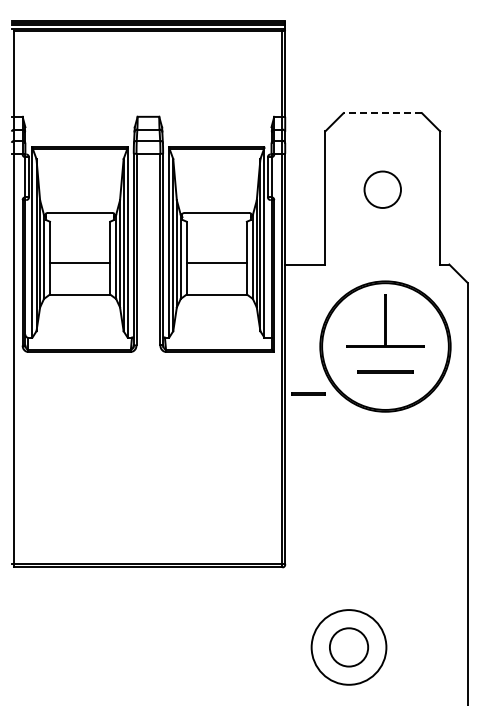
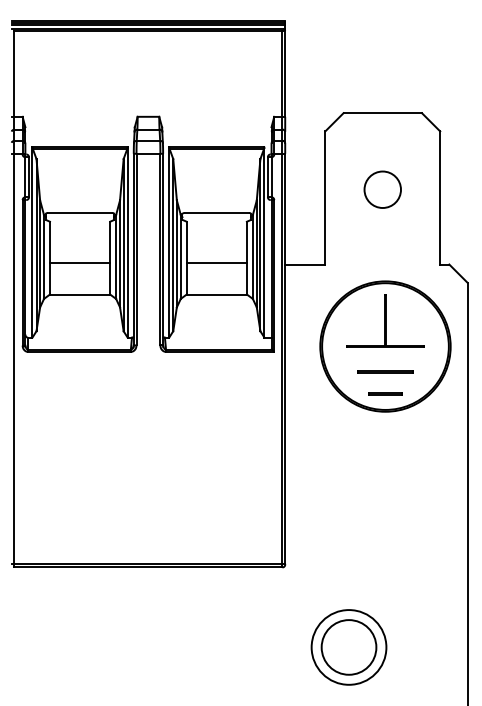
line at (382, 113): dashed -> solid
line at (308, 393) position: (308, 393) -> (385, 393)
circle at (348, 647) diameter: 38 px -> 55 px
